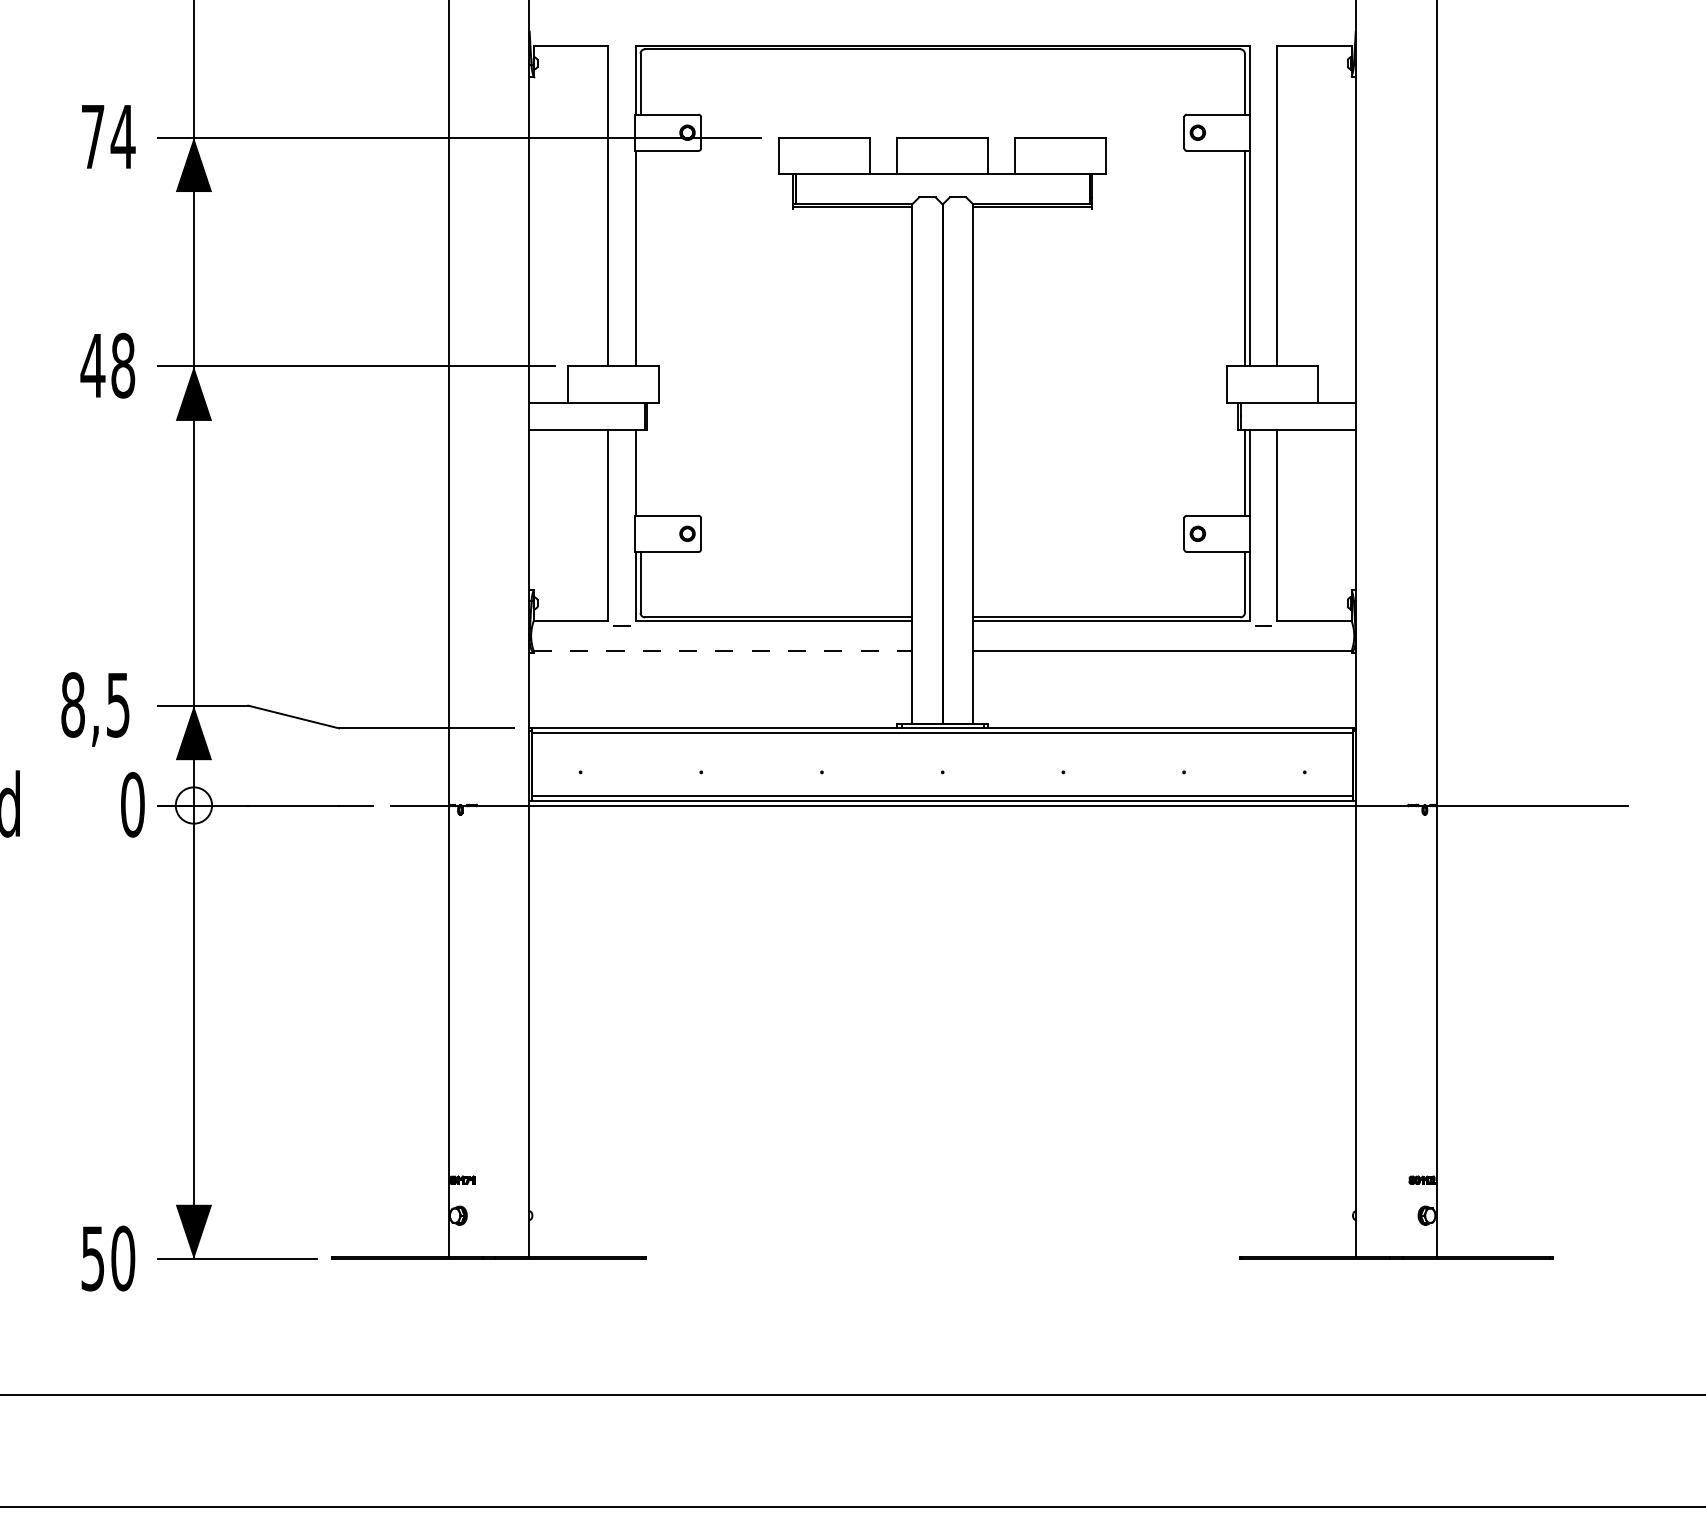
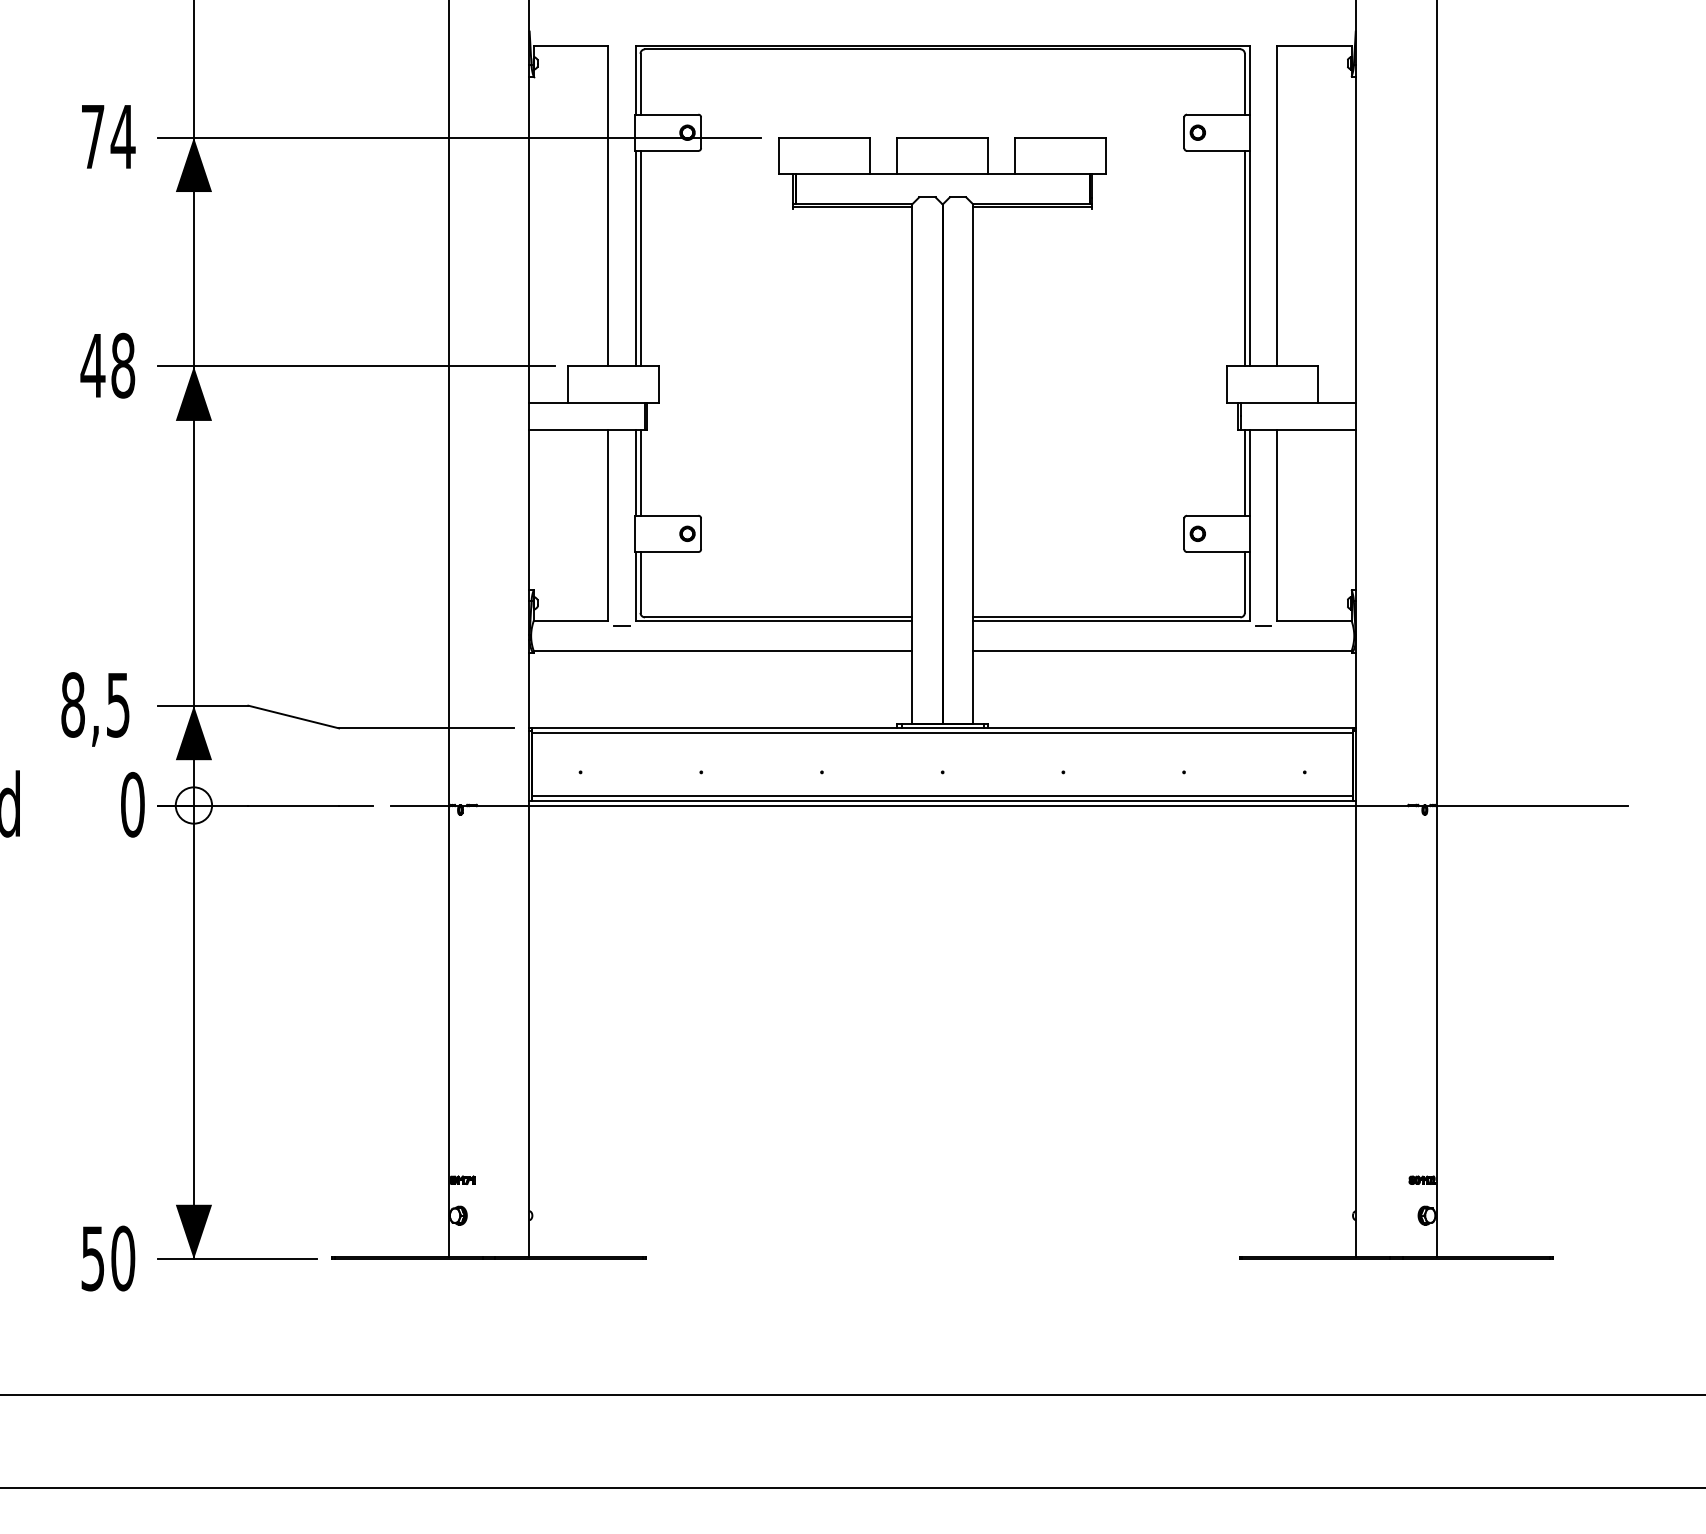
line at (640, 258): none -> present
line at (640, 472): none -> present
line at (723, 651): dashed -> solid
line at (852, 1507) position: (852, 1507) -> (852, 1488)
